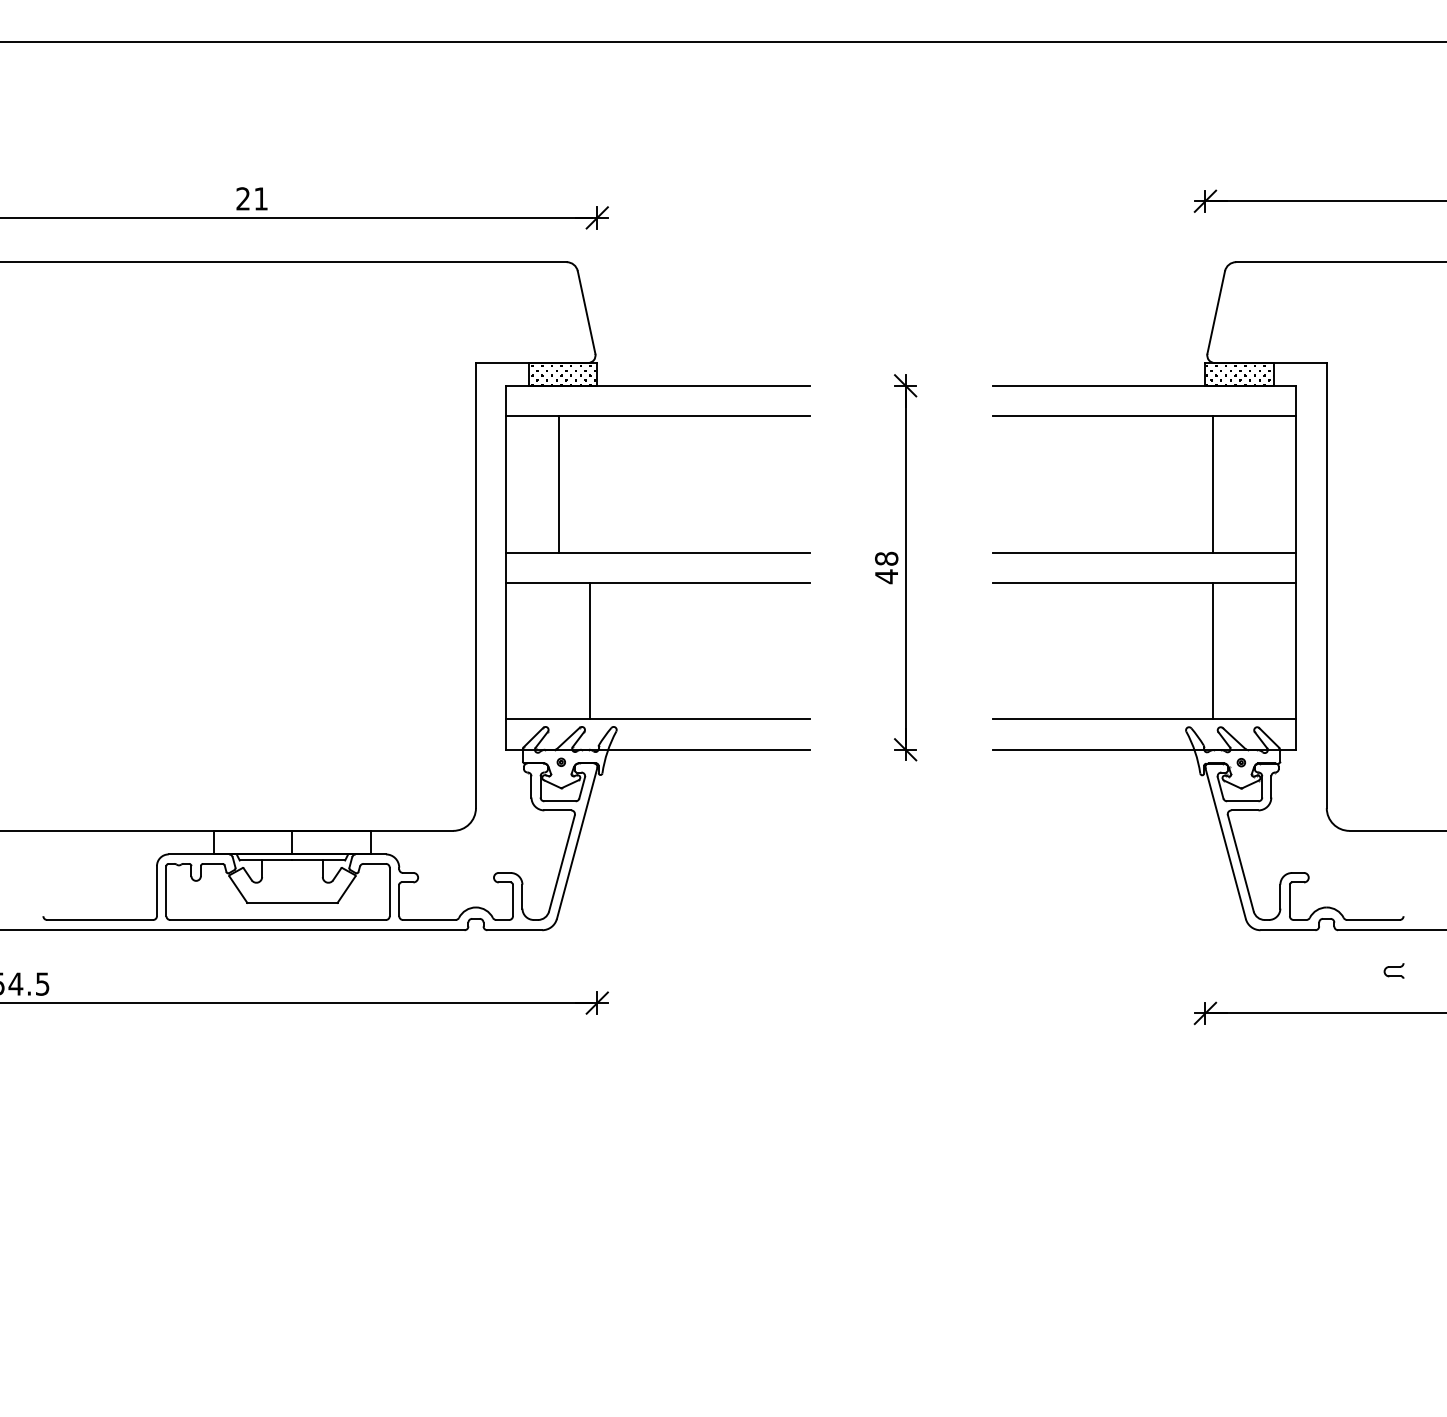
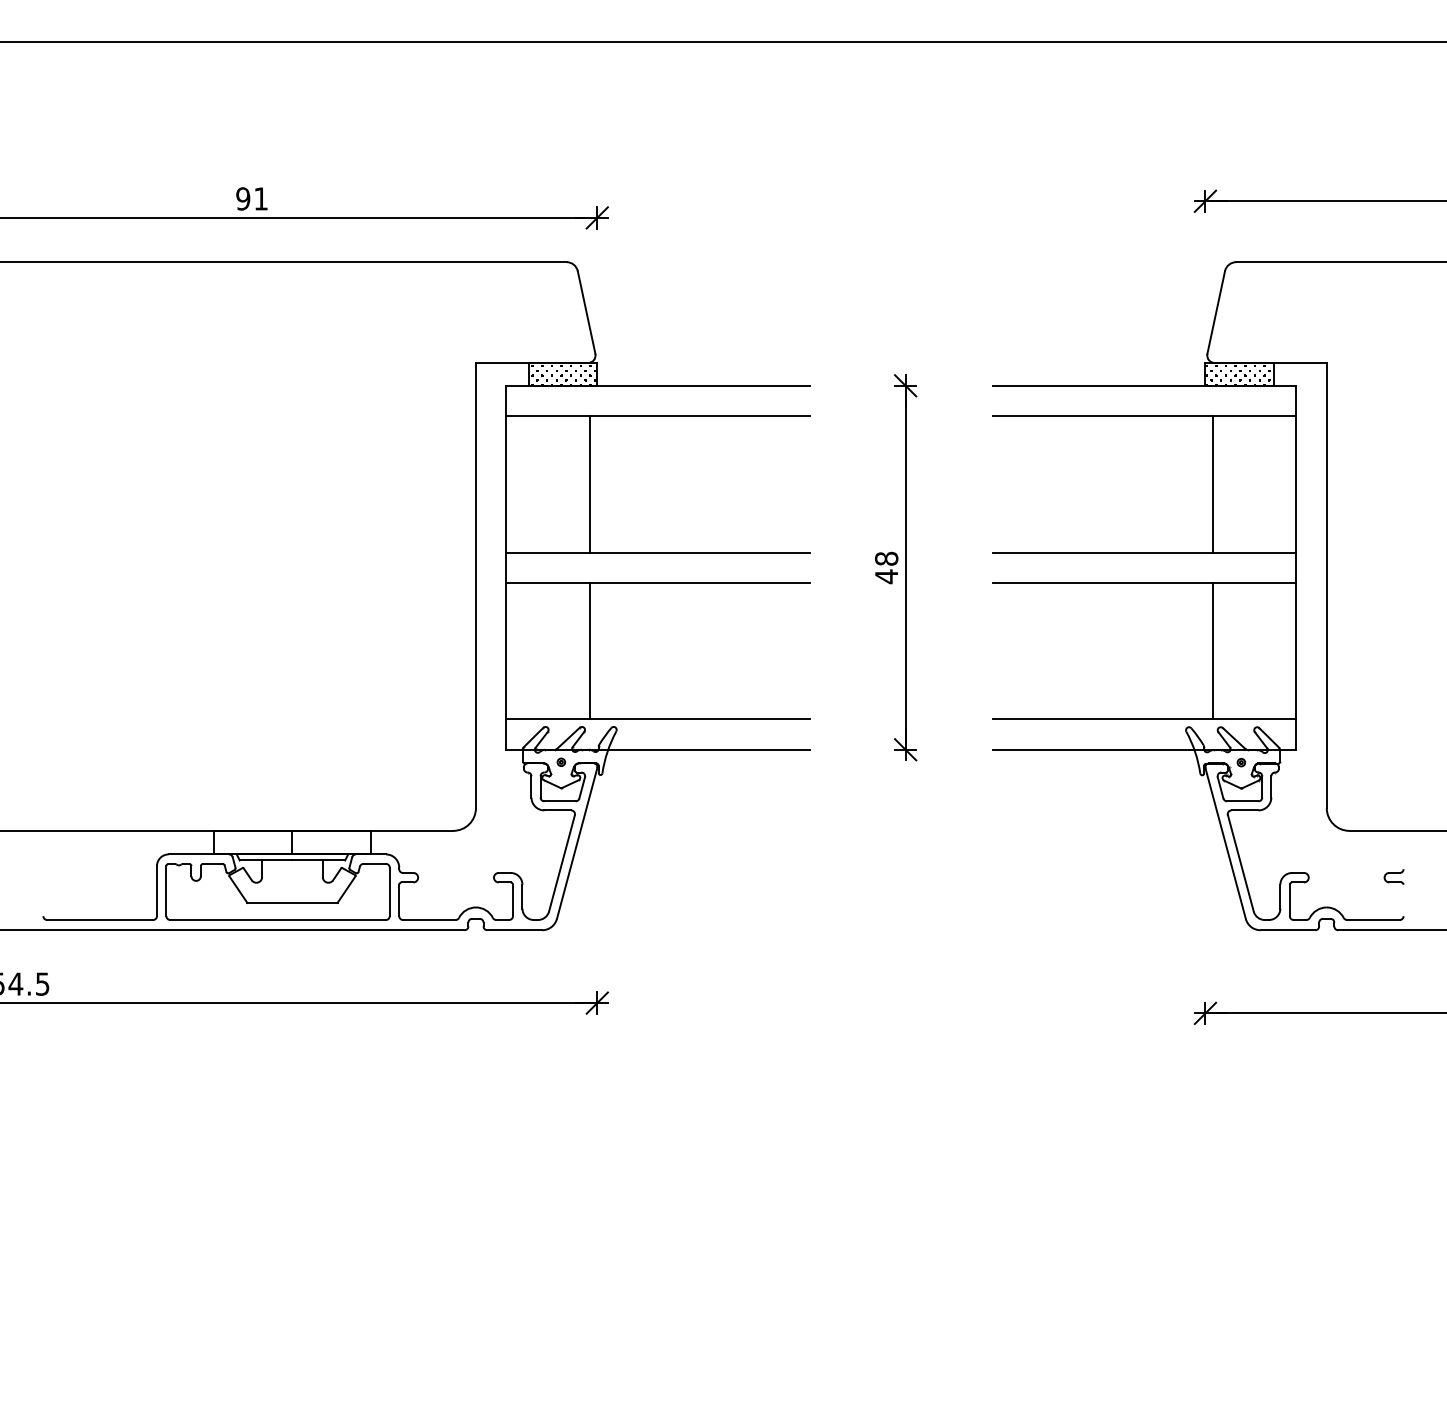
text at (243, 198): 21 -> 91
line at (558, 484) position: (558, 484) -> (589, 484)
part at (1393, 970) position: (1393, 970) -> (1393, 876)
